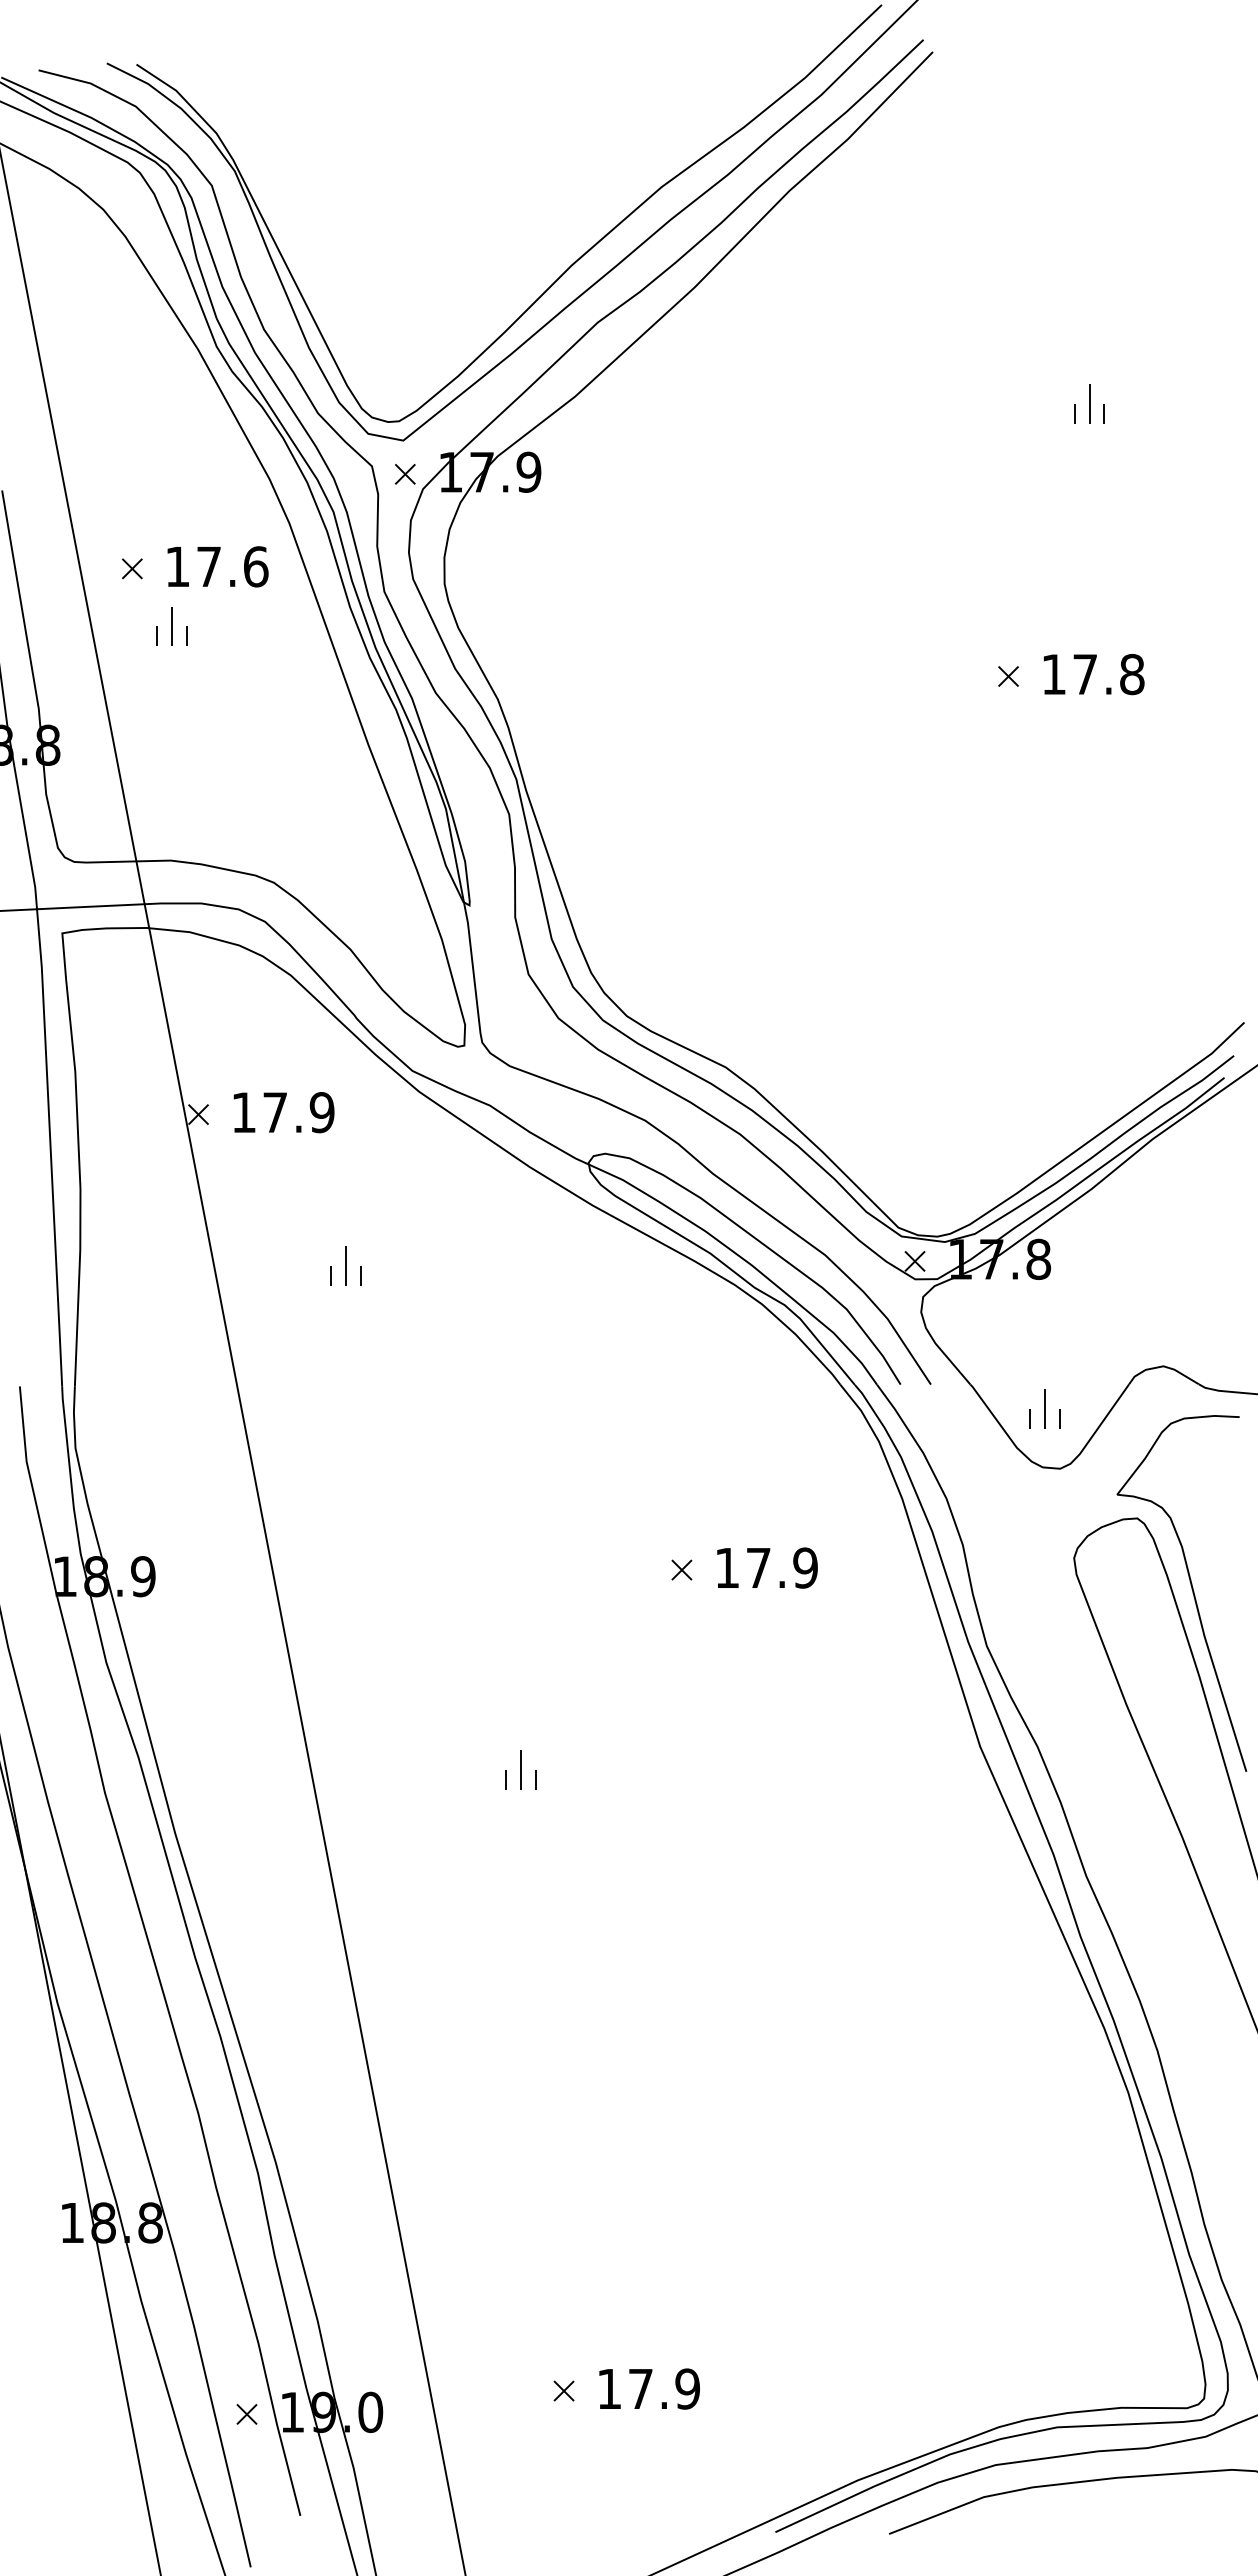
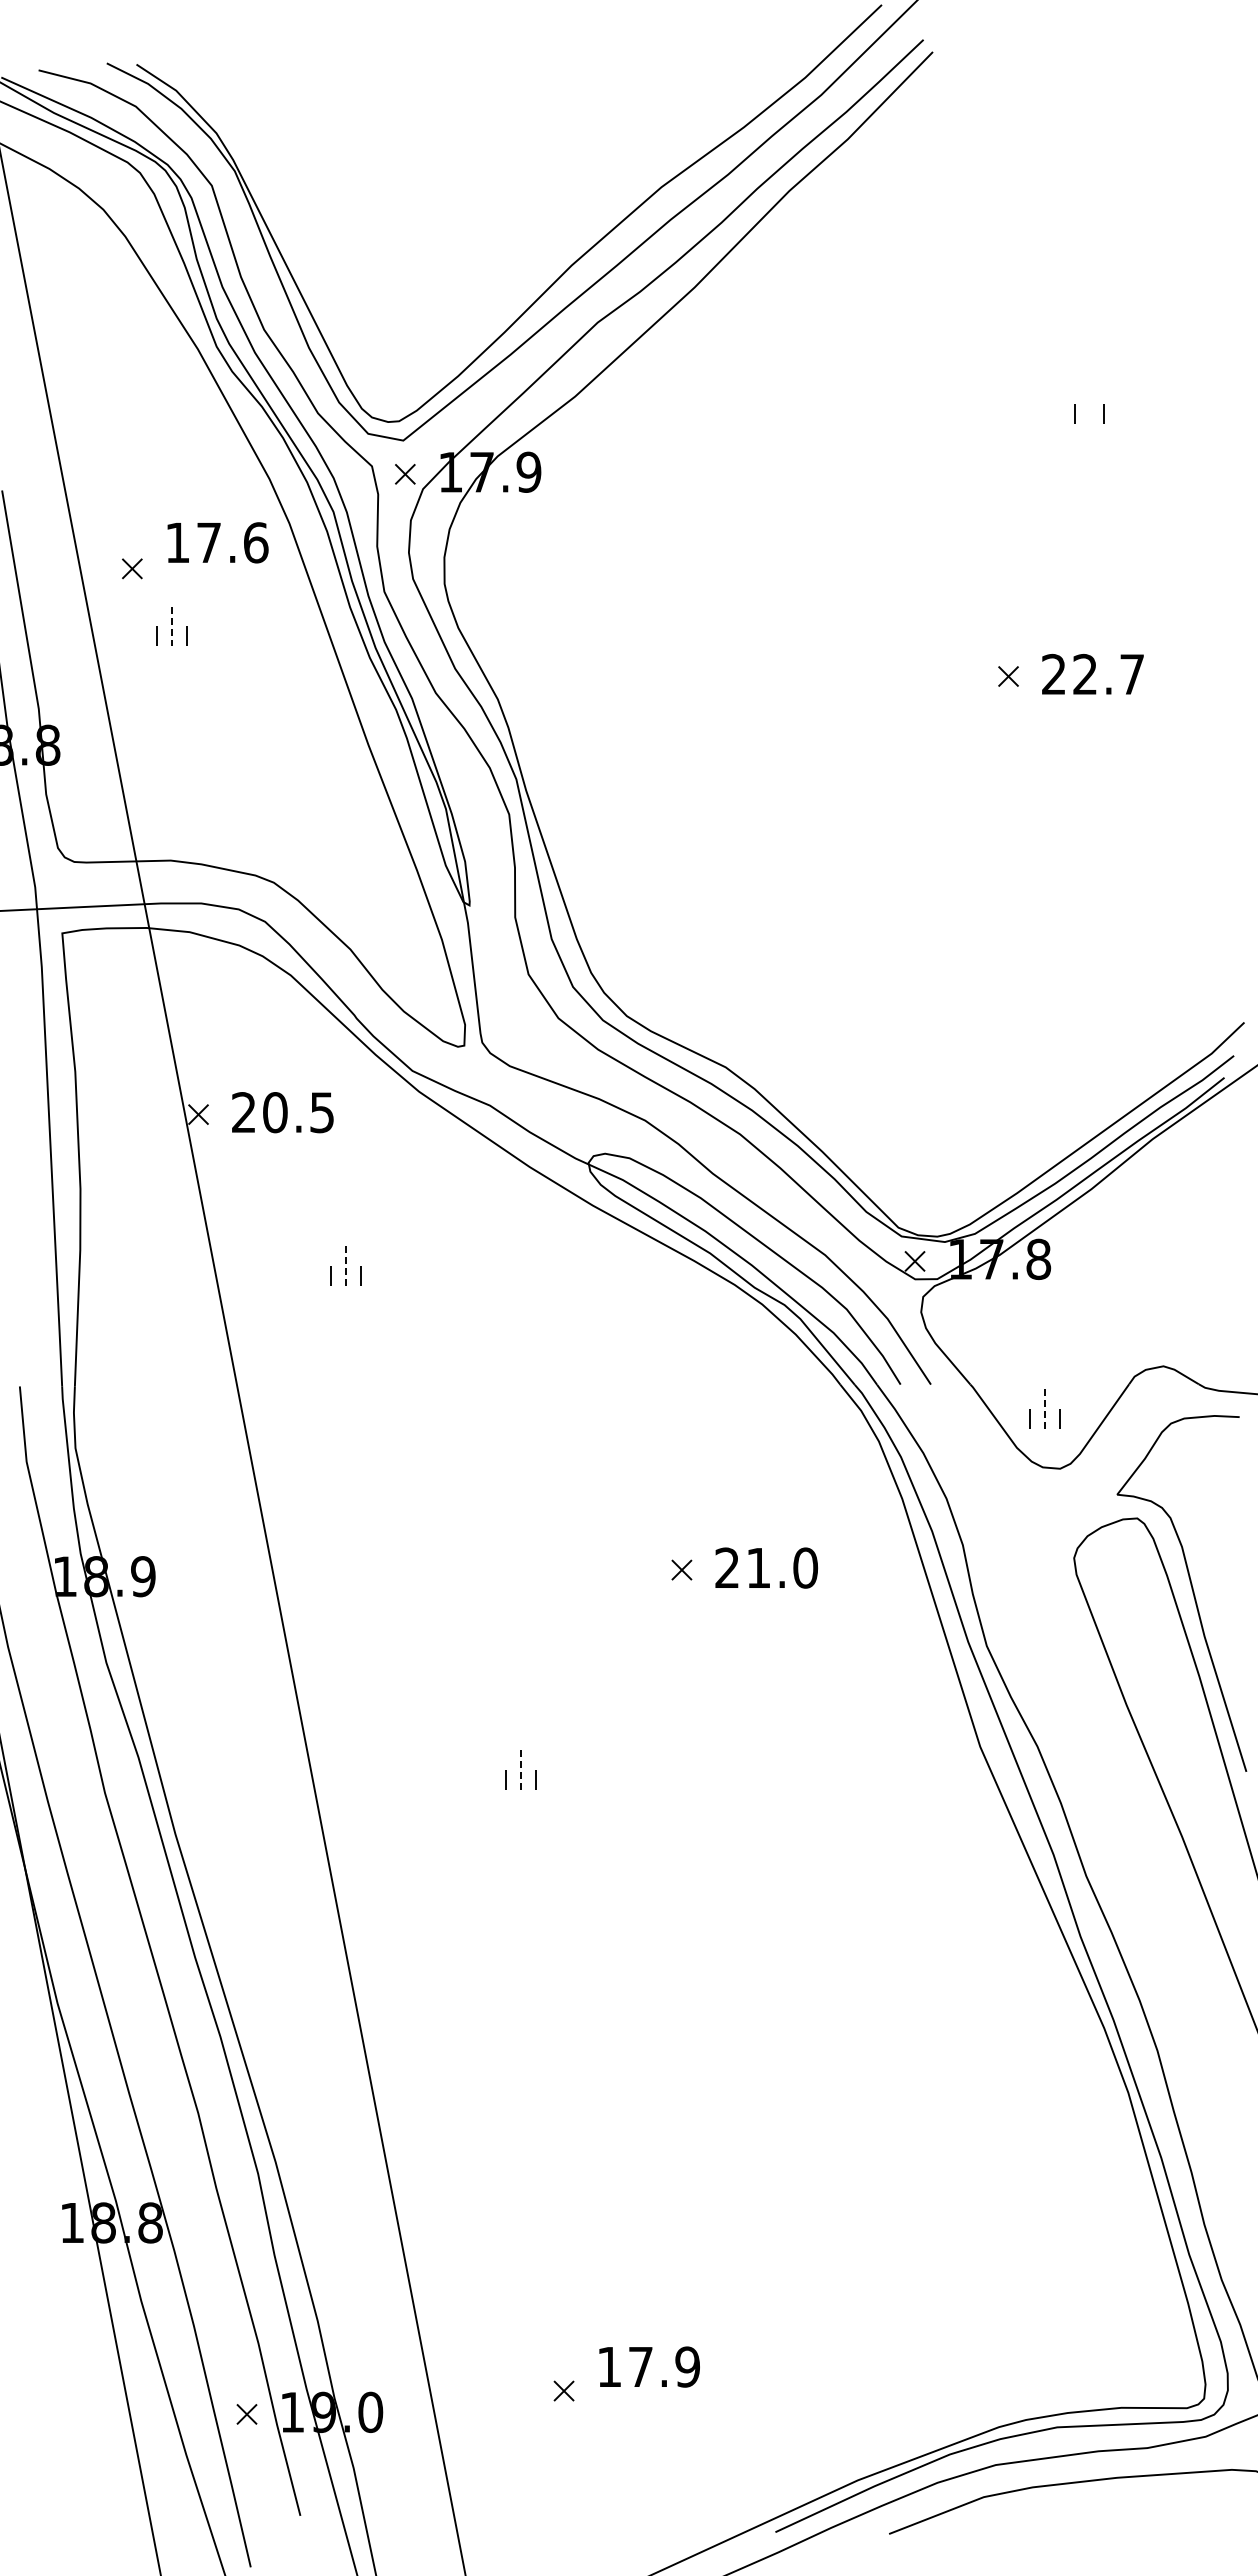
line at (1089, 403): present -> none
text at (217, 566) position: (217, 566) -> (217, 542)
line at (171, 626): solid -> dashed
text at (1093, 674): 17.8 -> 22.7
text at (283, 1112): 17.9 -> 20.5
line at (345, 1265): solid -> dashed
line at (1044, 1408): solid -> dashed
text at (766, 1567): 17.9 -> 21.0
line at (521, 1770): solid -> dashed
text at (649, 2388) position: (649, 2388) -> (649, 2366)
